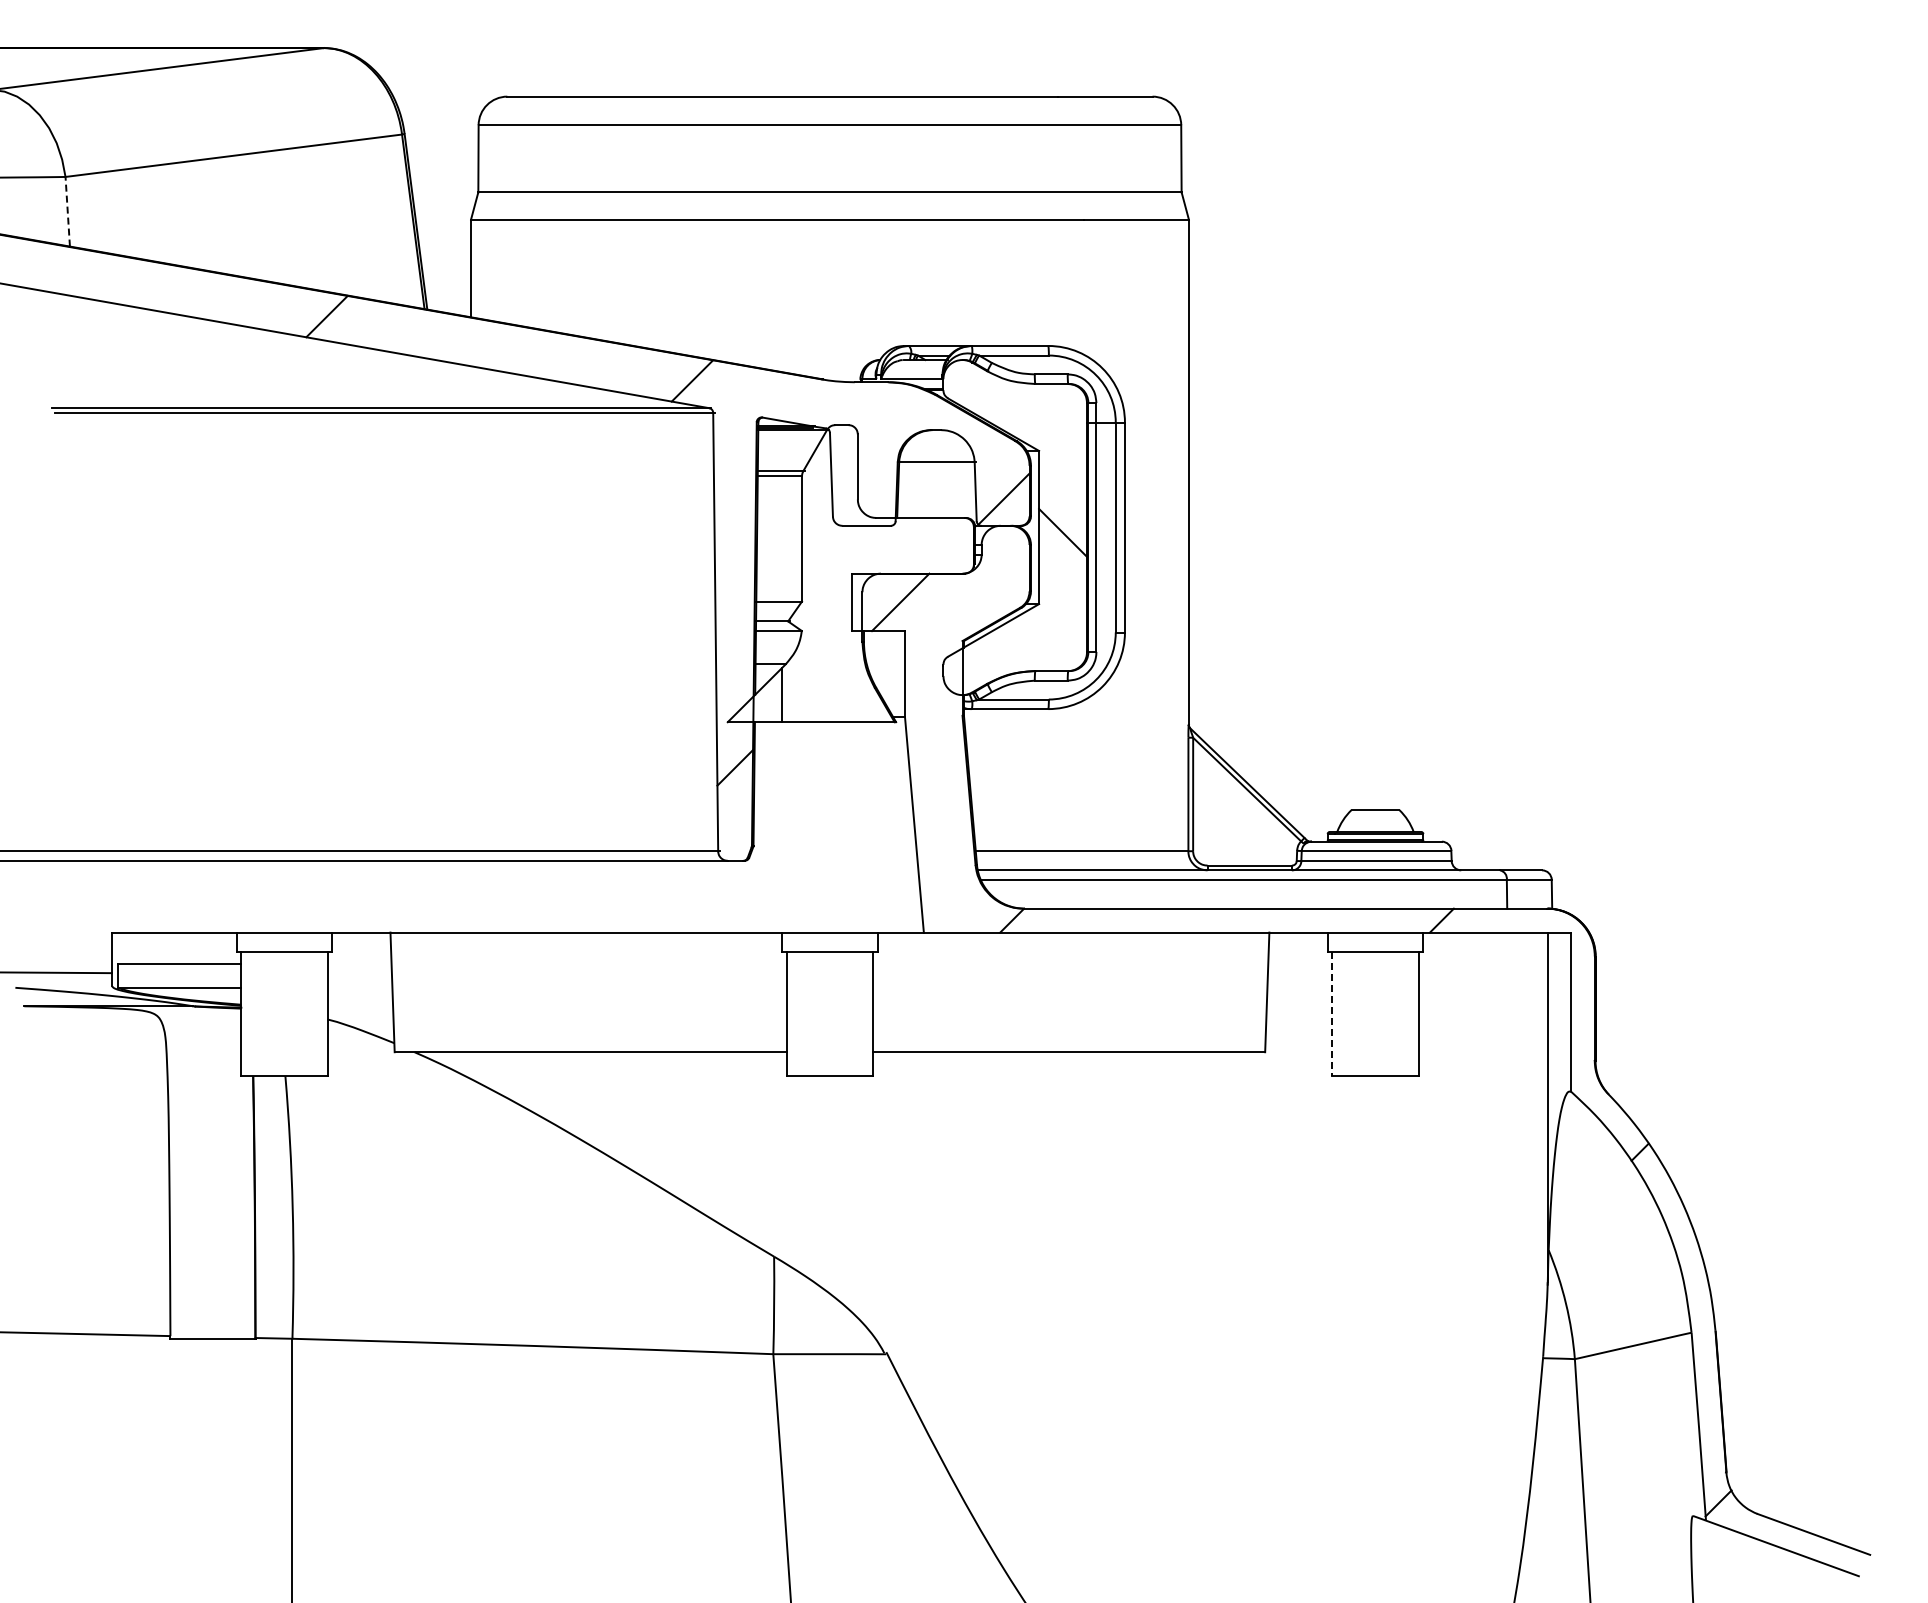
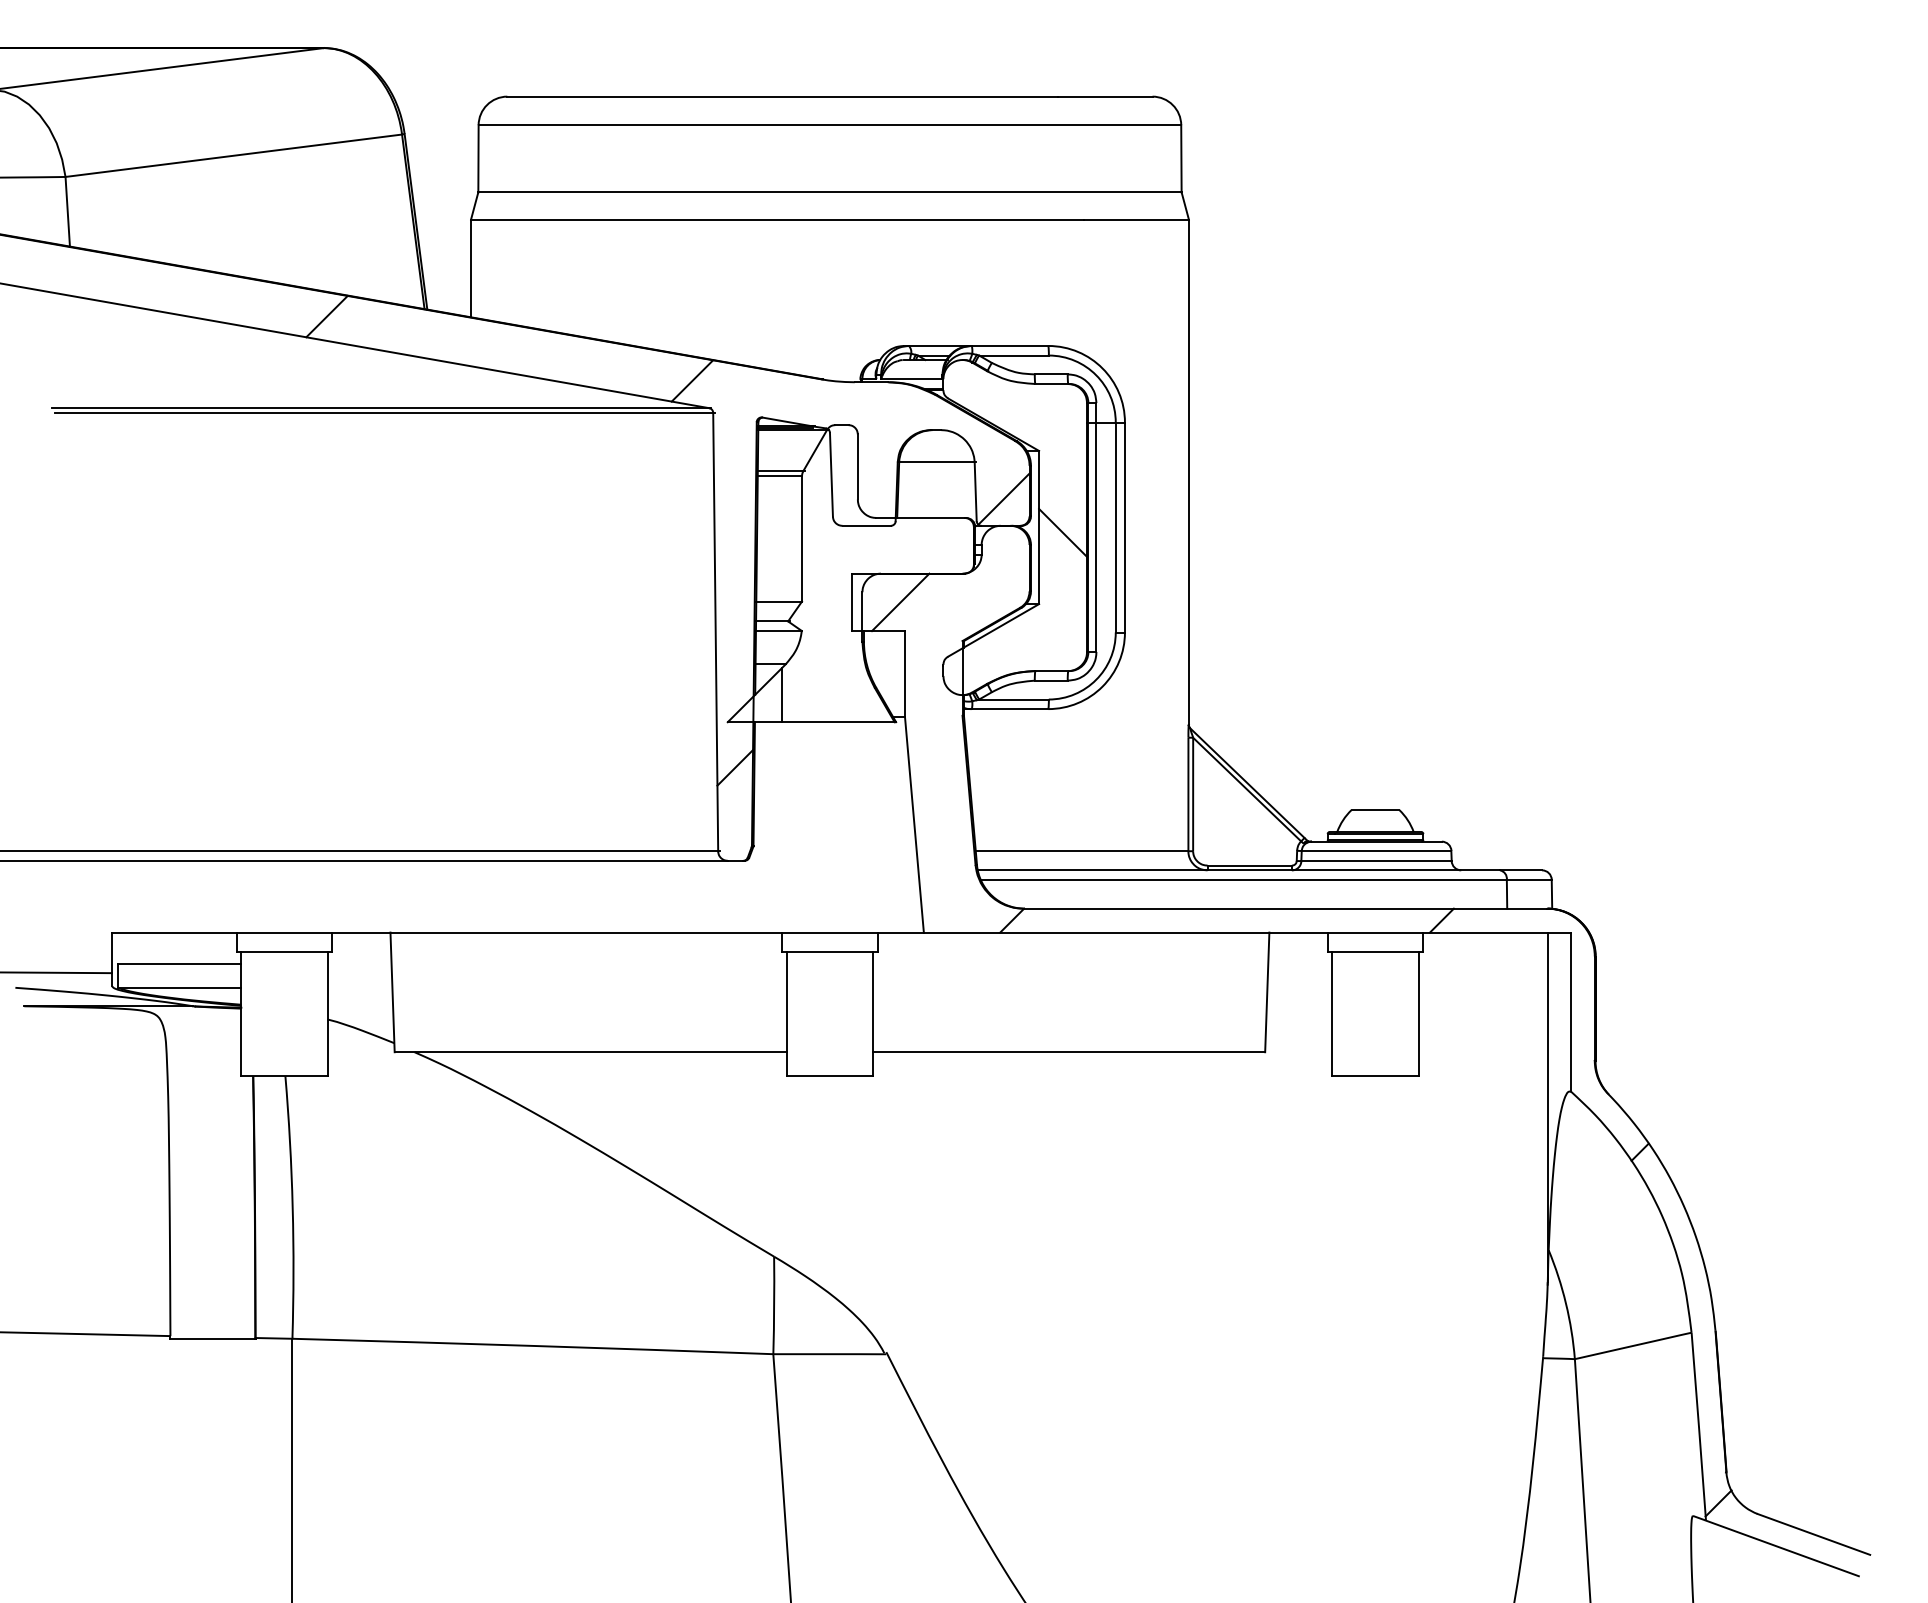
line at (67, 211): dashed -> solid
line at (1332, 1014): dashed -> solid
